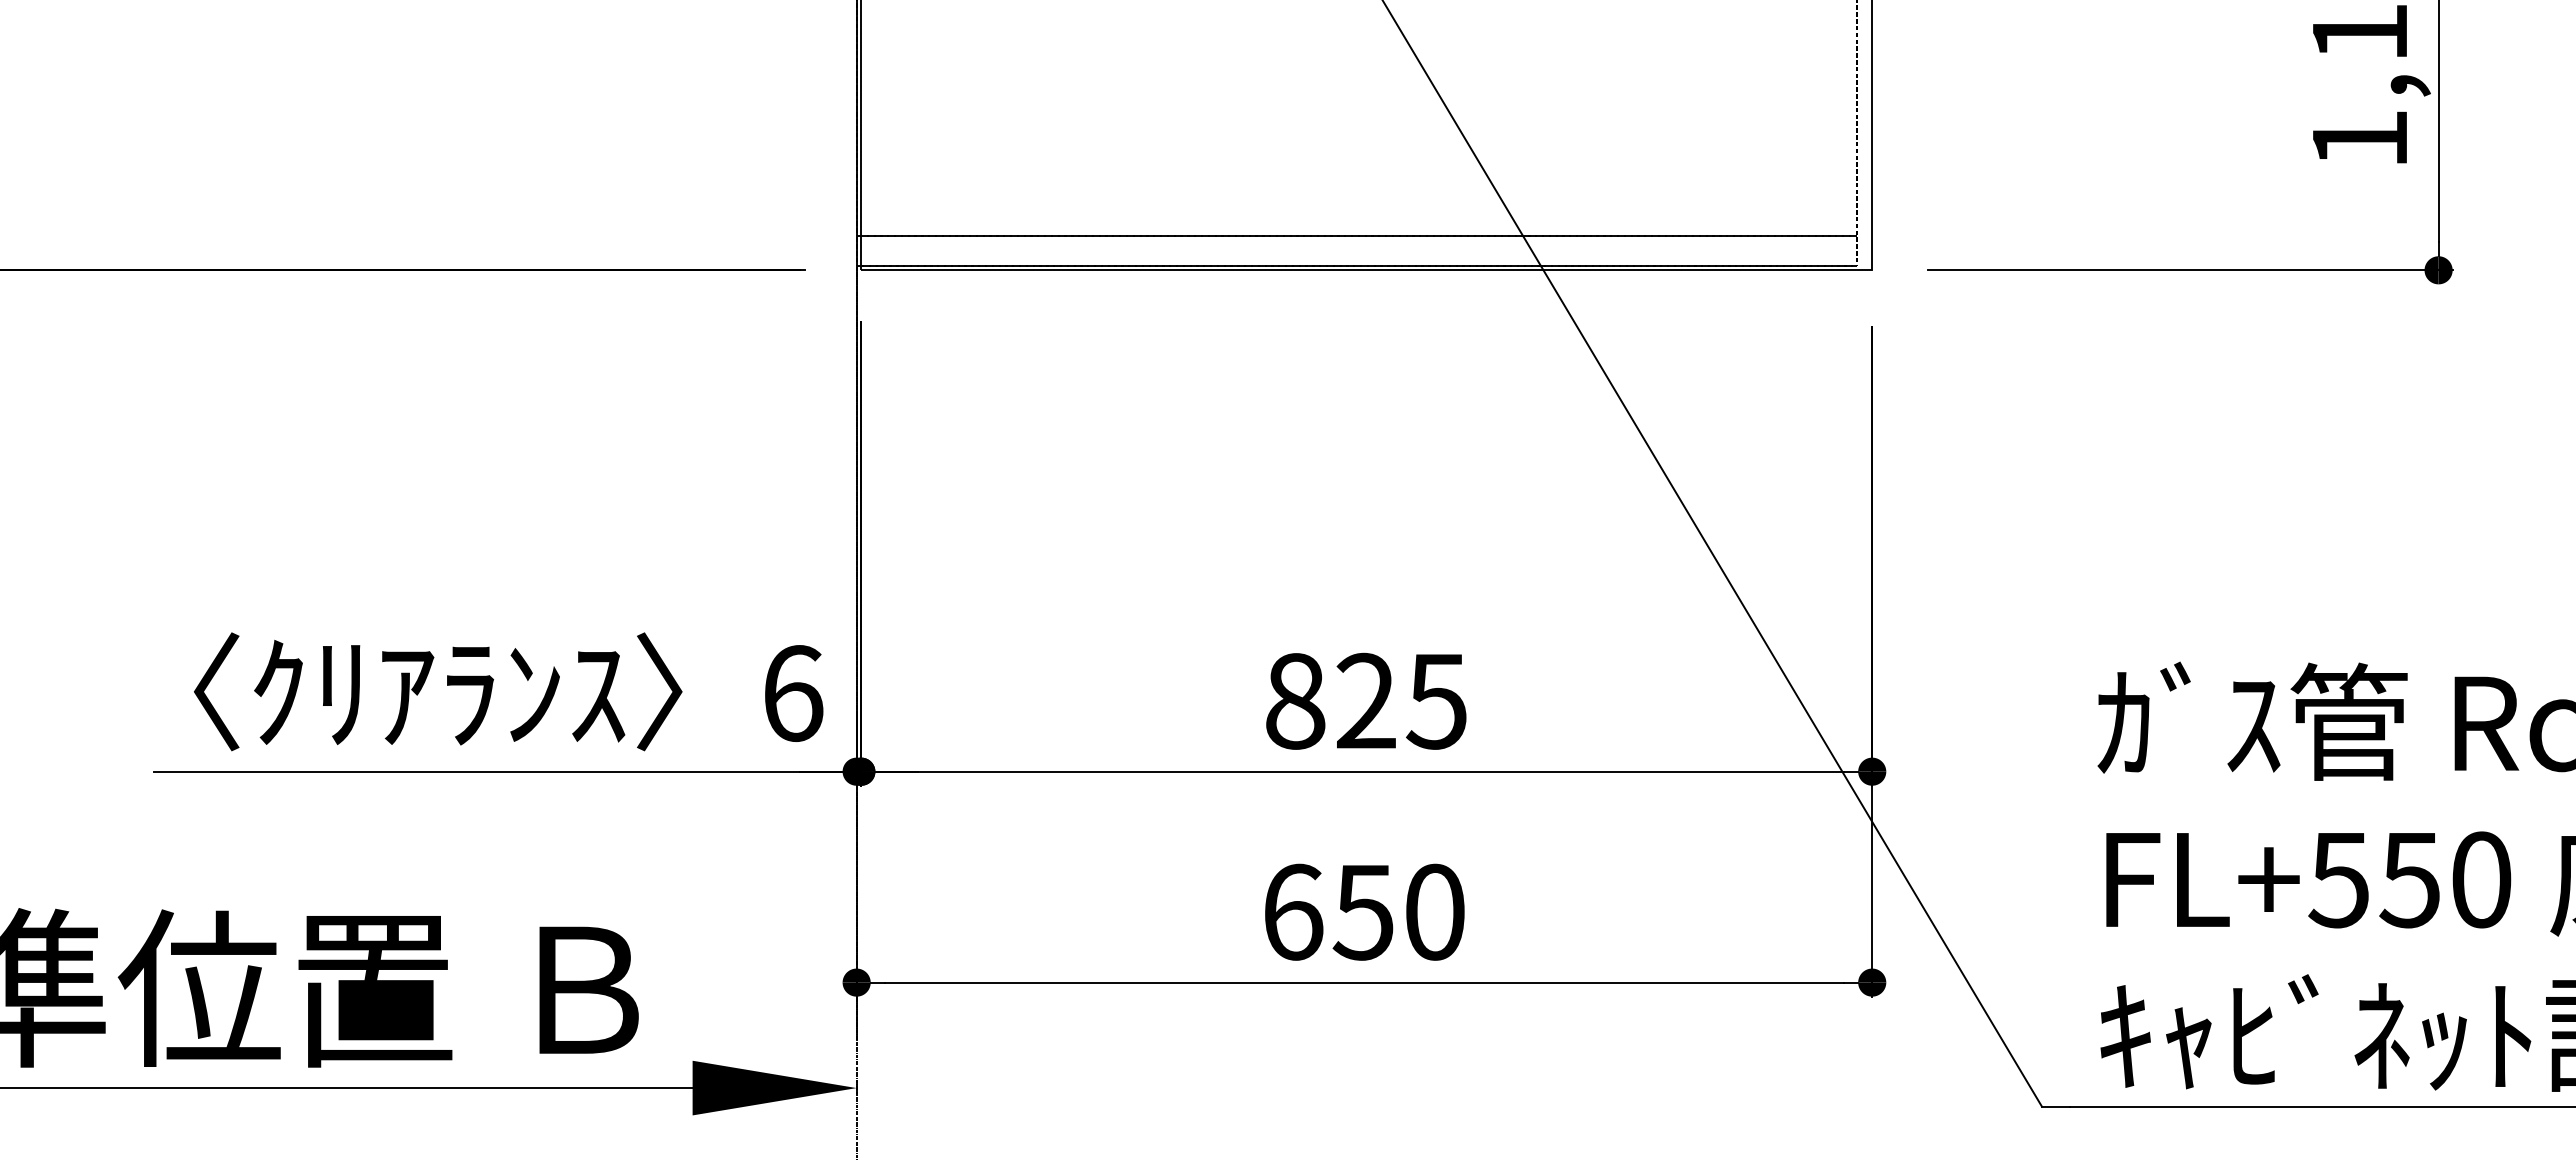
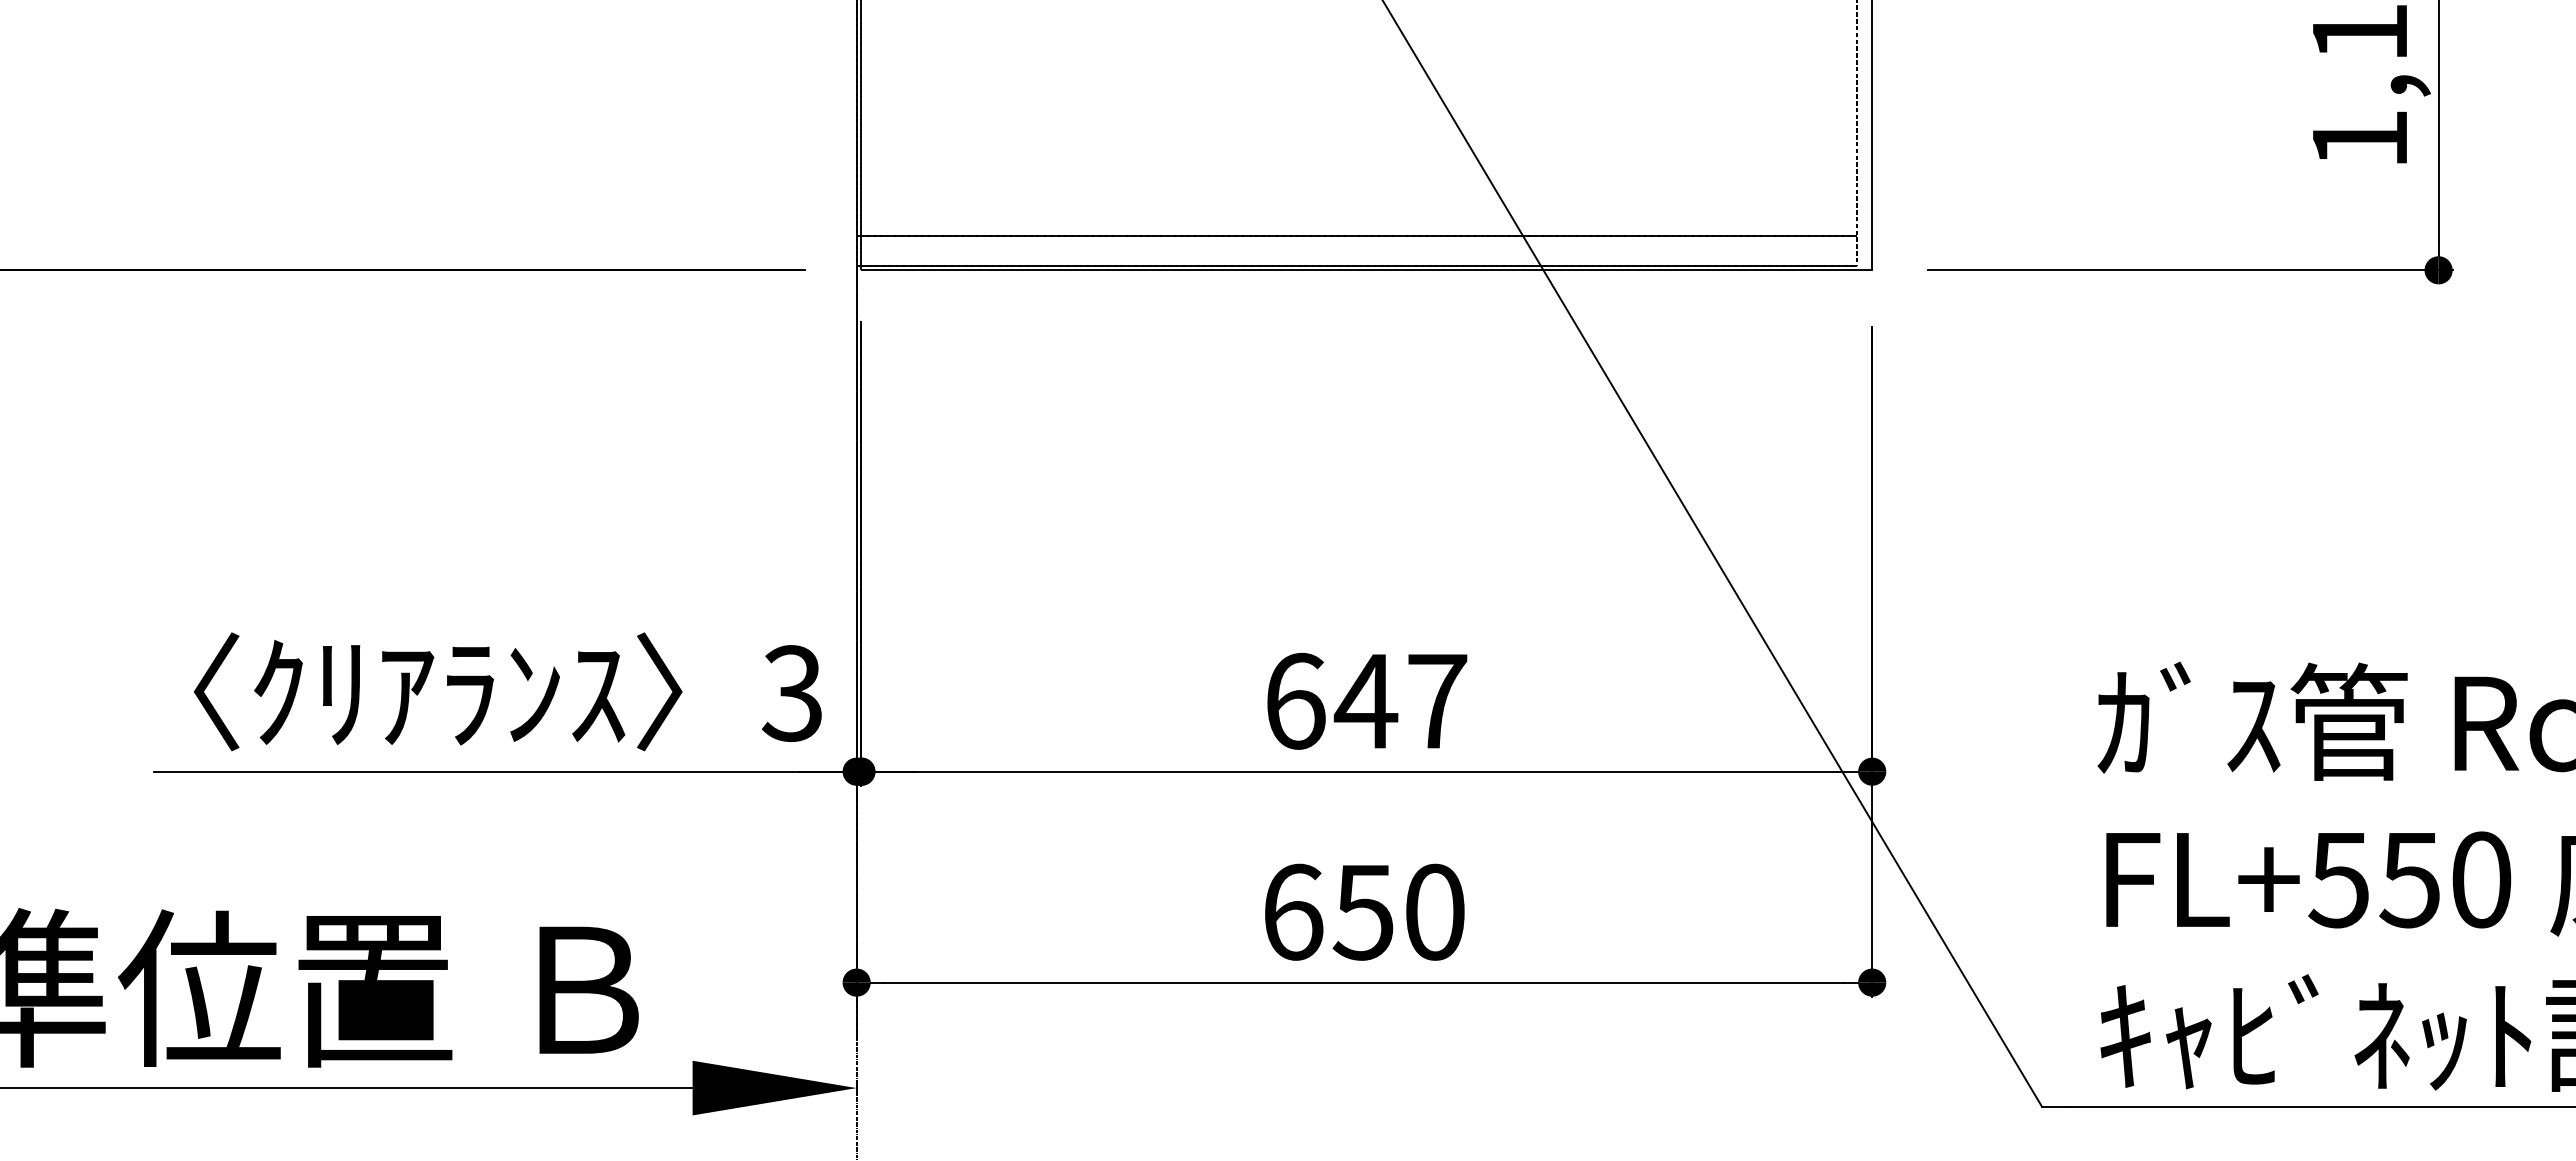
text at (792, 693): 6 -> 3
text at (1366, 700): 825 -> 647
